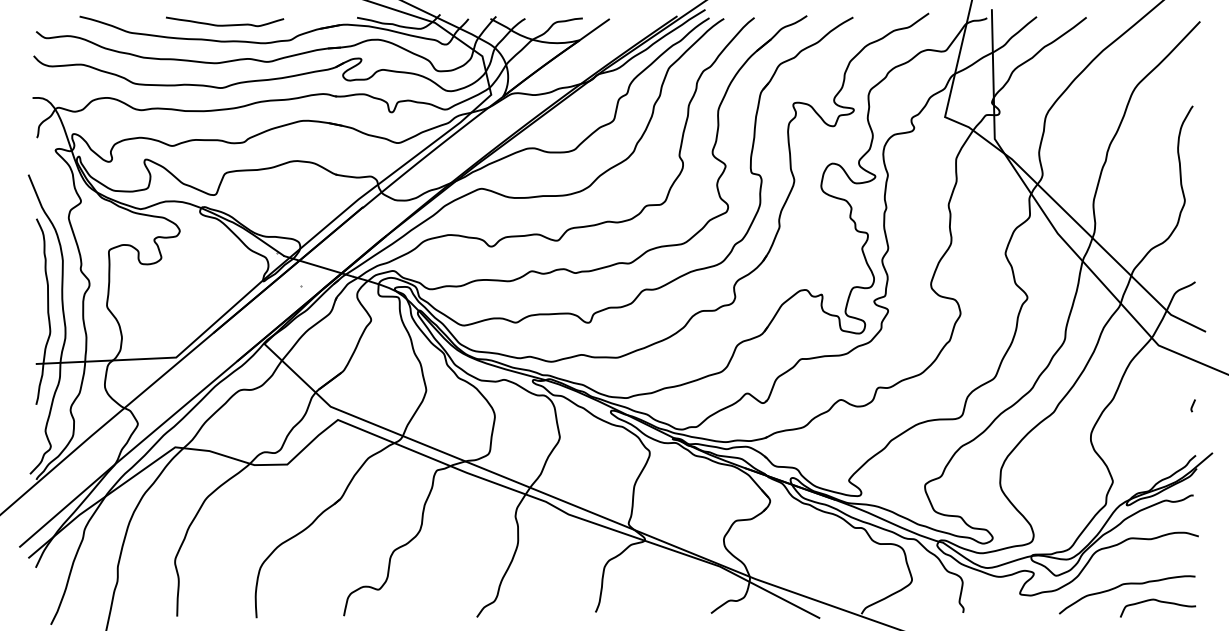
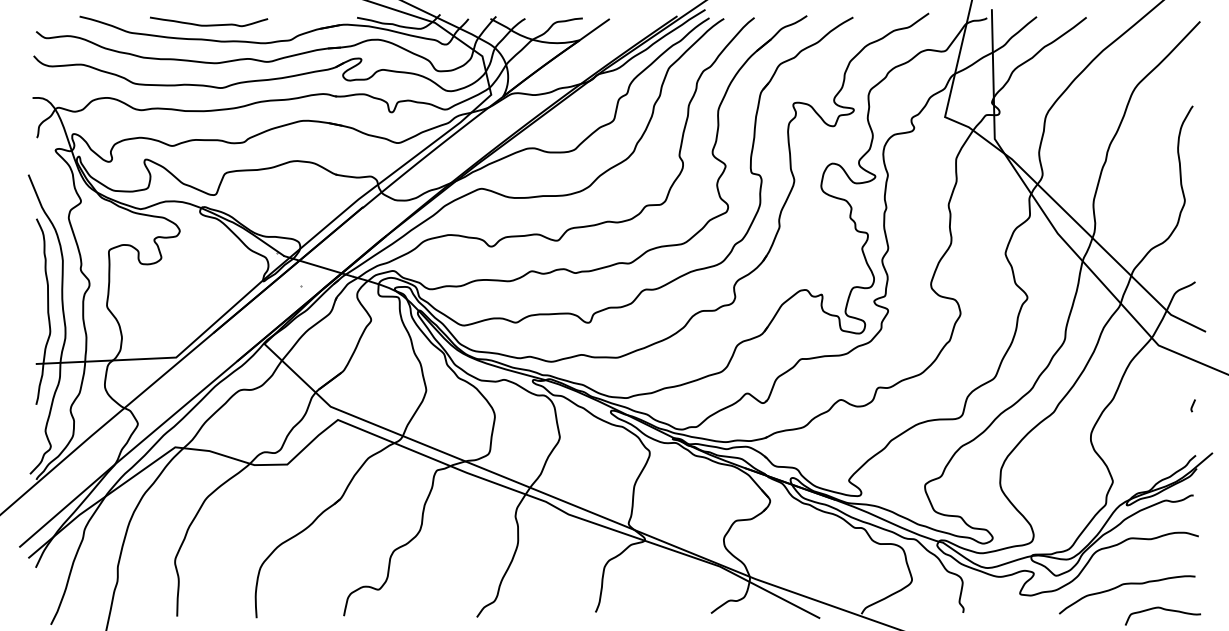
curve at (225, 24) position: (225, 24) -> (209, 24)
curve at (1159, 602) position: (1159, 602) -> (1164, 610)
